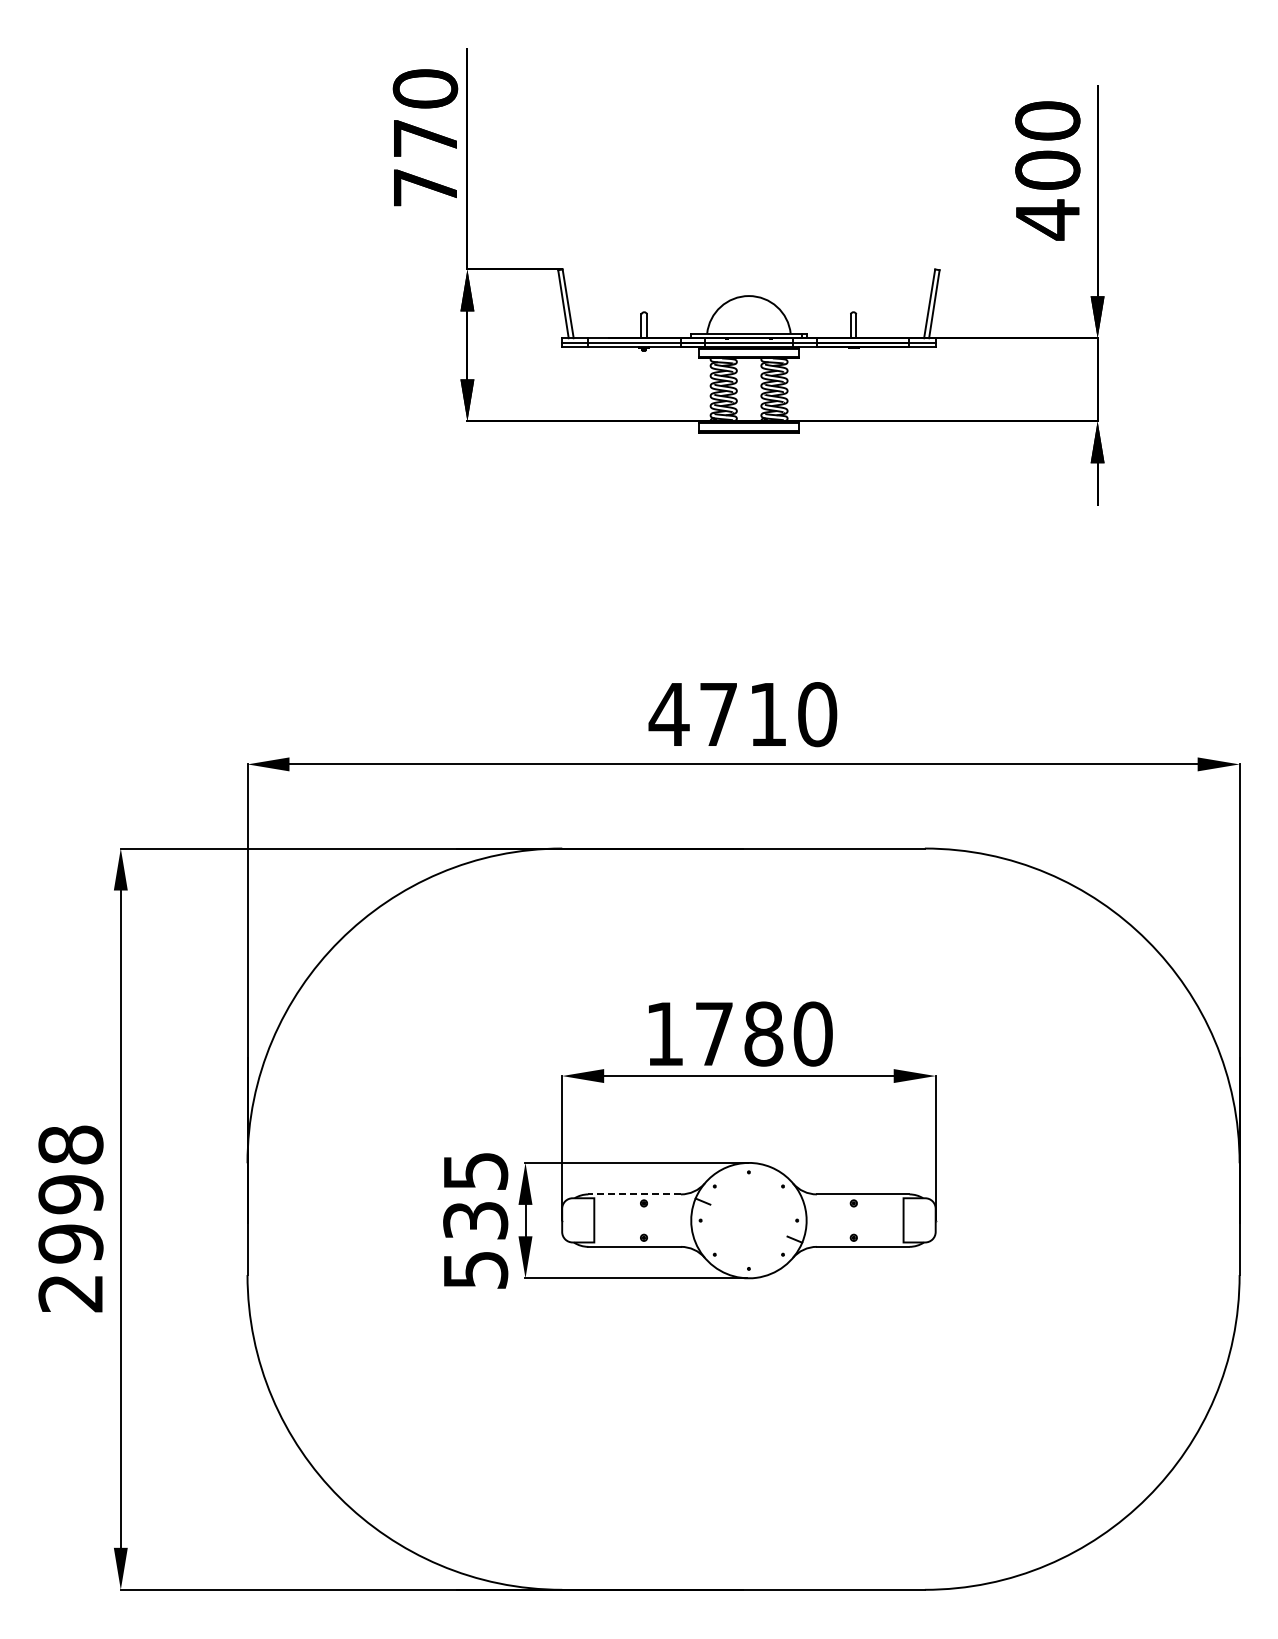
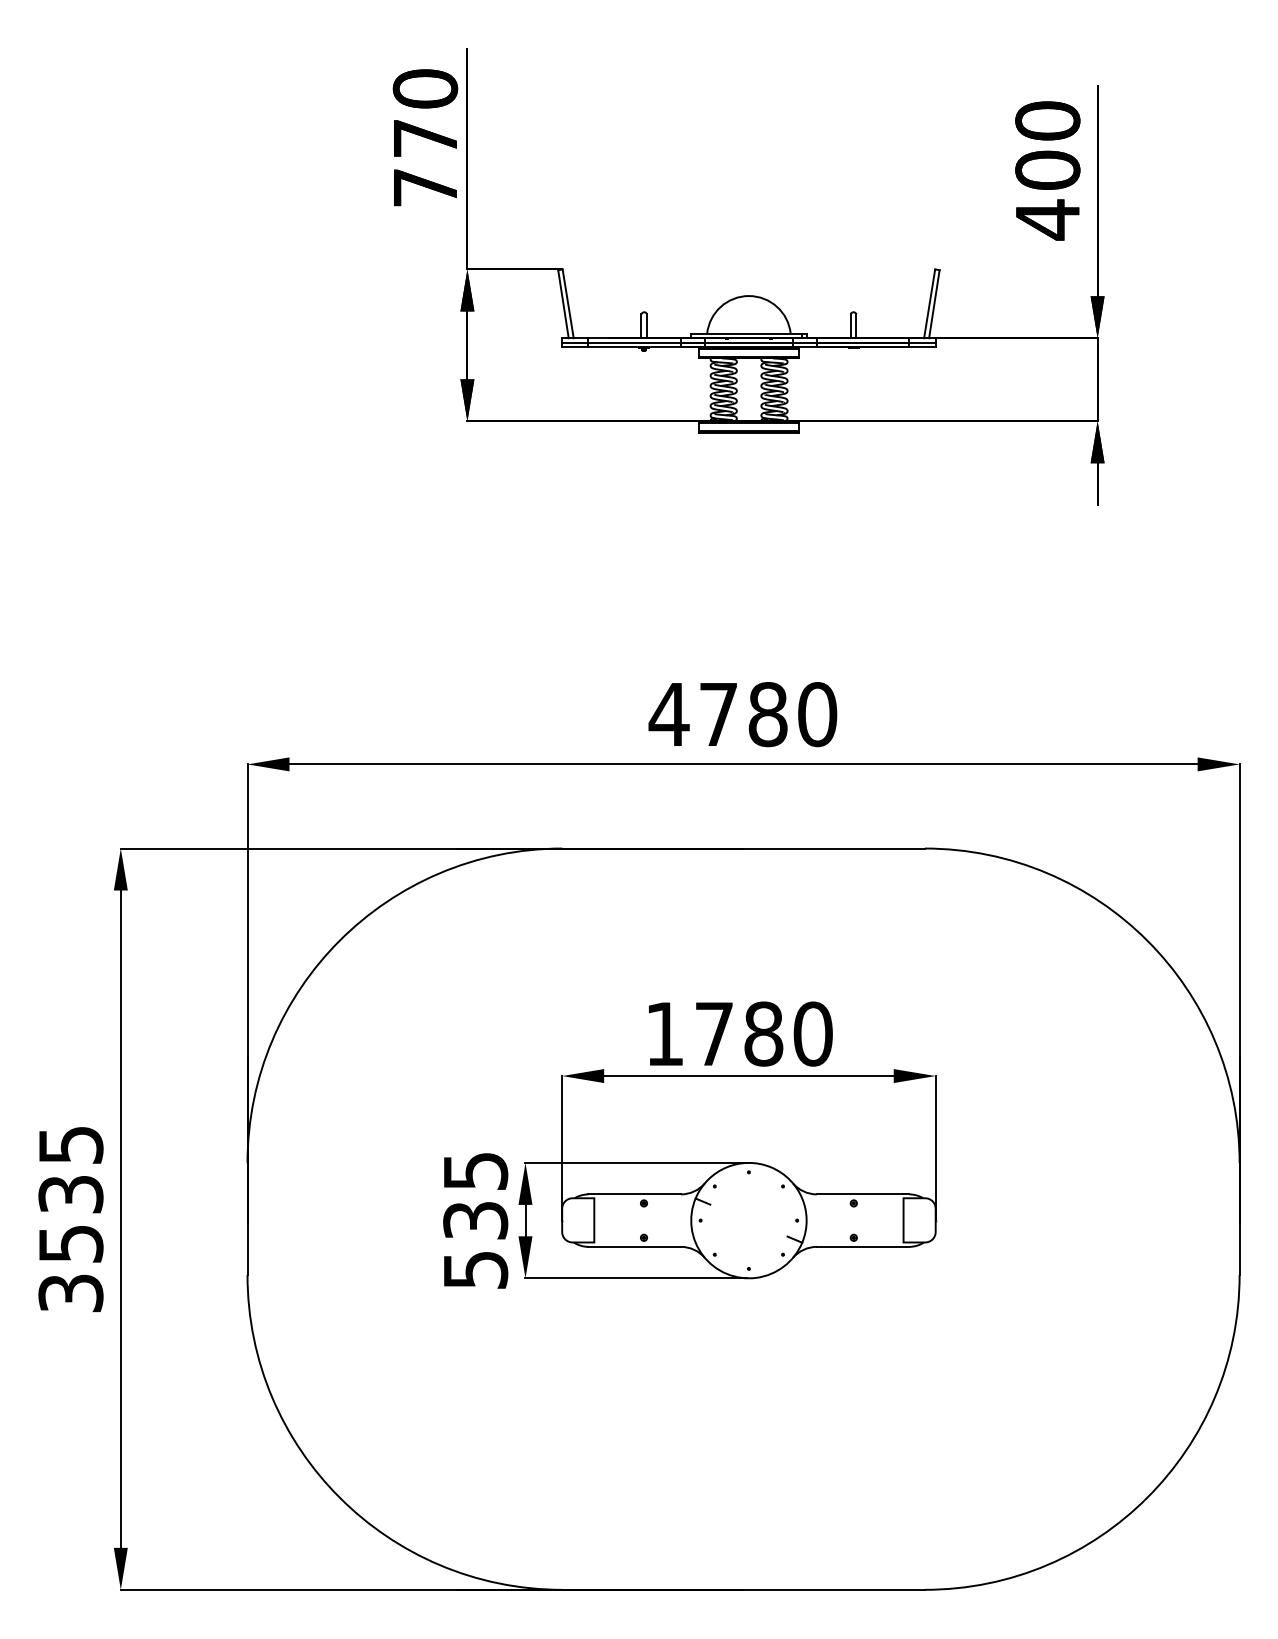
text at (767, 714): 4710 -> 4780
line at (634, 1194): dashed -> solid
text at (70, 1218): 2998 -> 3535
